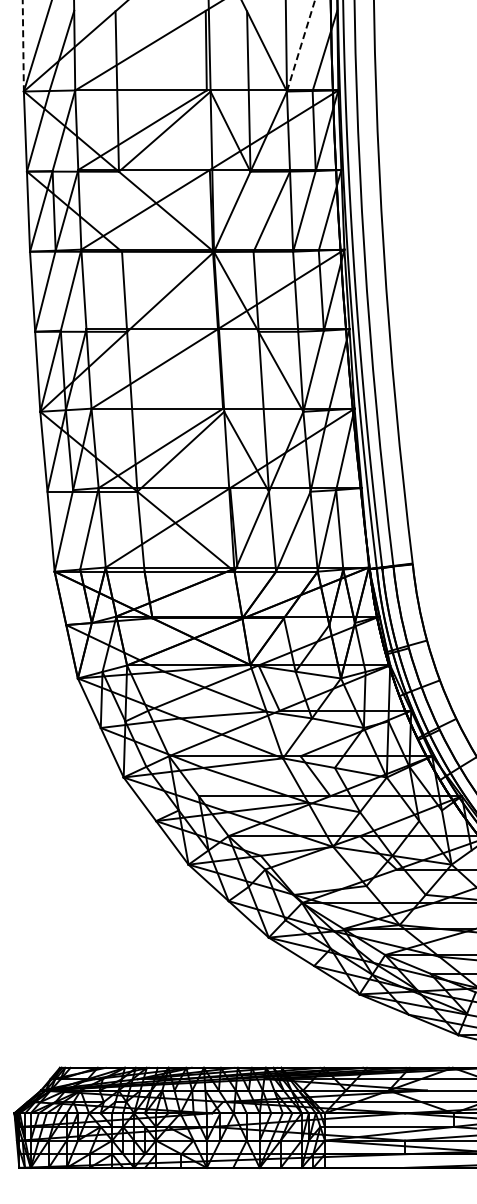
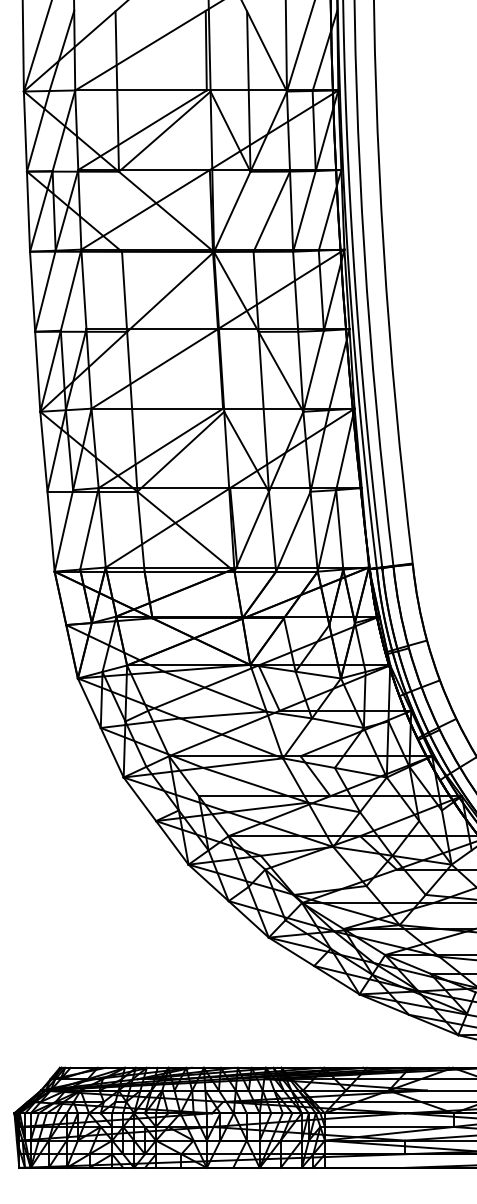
line at (301, 45): dashed -> solid
line at (23, 46): dashed -> solid
